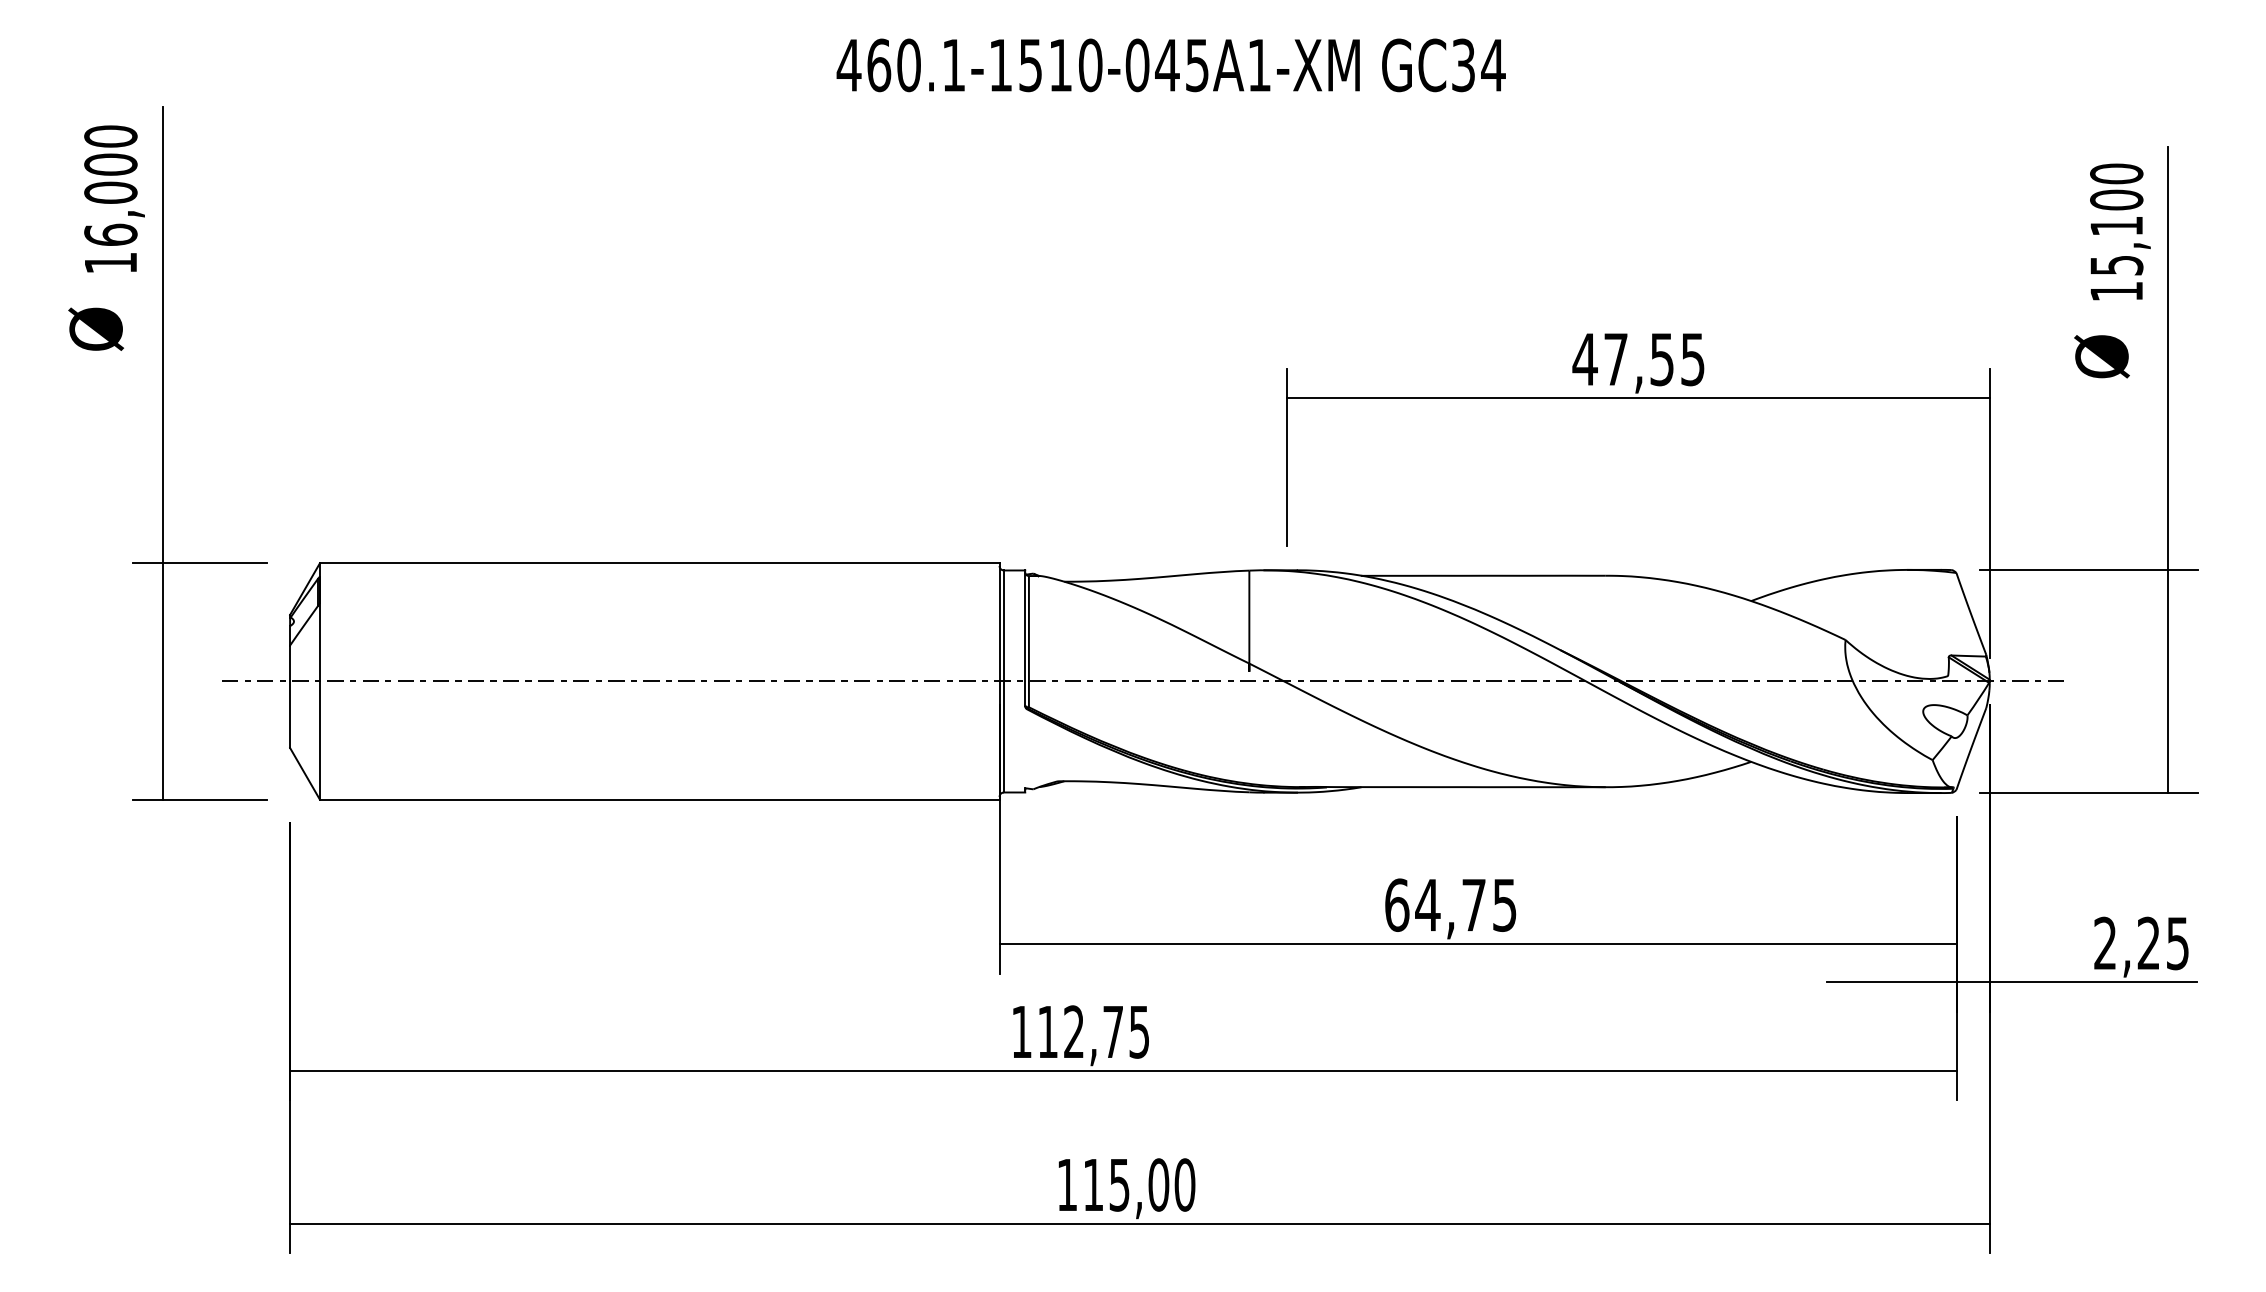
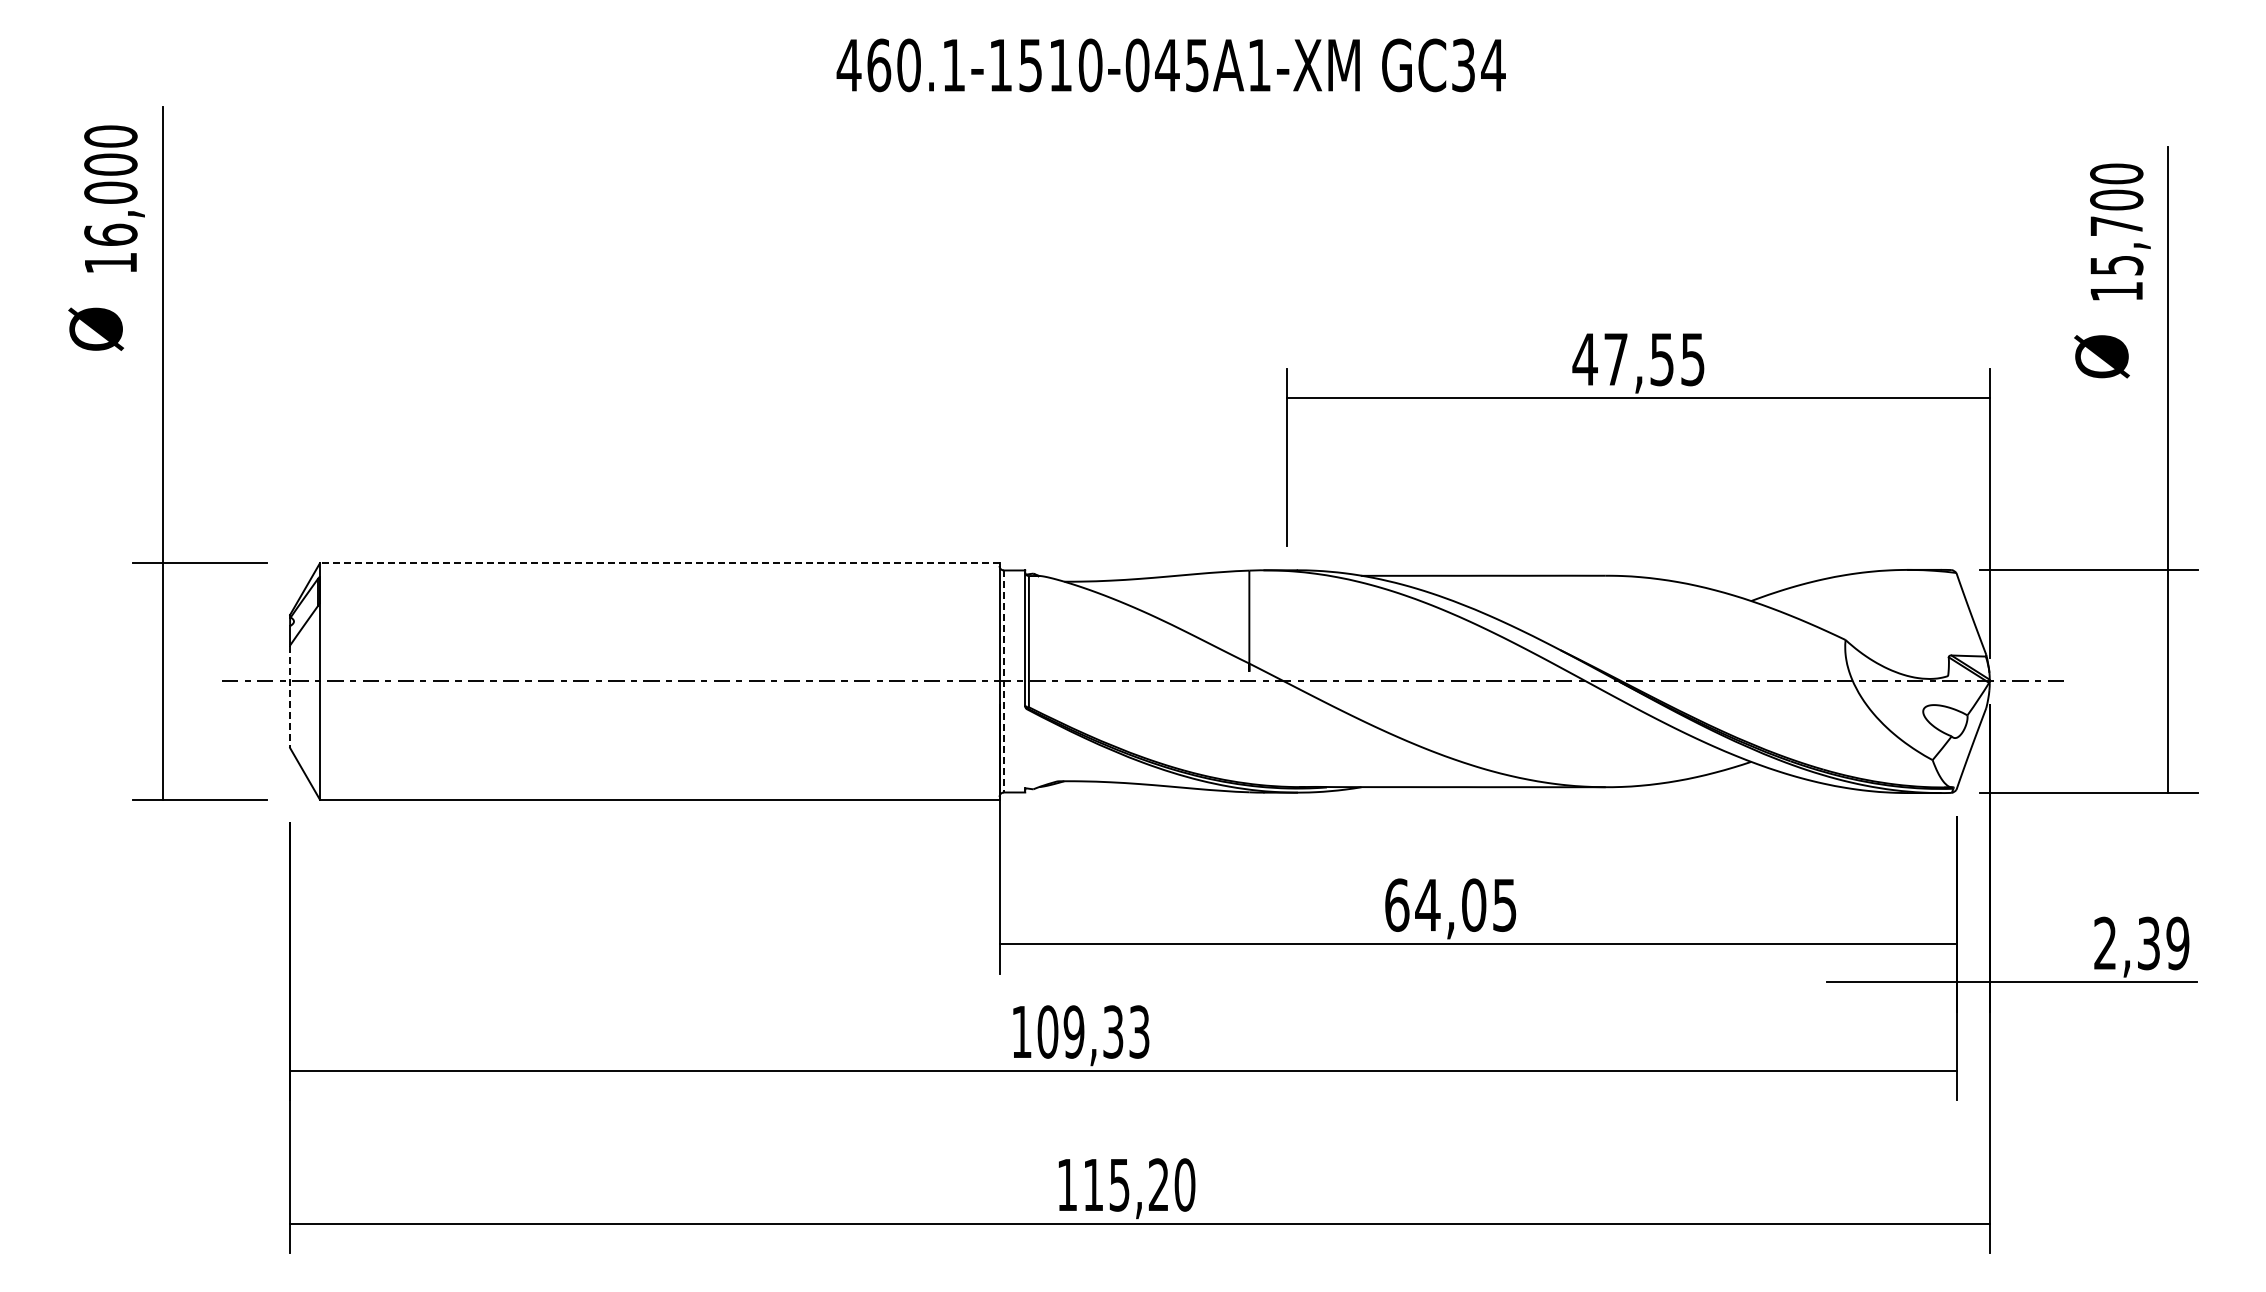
text at (2116, 225): 15,100 -> 15,700
line at (659, 563): solid -> dashed
line at (1004, 681): solid -> dashed
line at (290, 697): solid -> dashed
text at (1474, 904): 64,75 -> 64,05
text at (2163, 943): 2,25 -> 2,39
text at (1093, 1031): 112,75 -> 109,33
text at (1158, 1184): 115,00 -> 115,20
